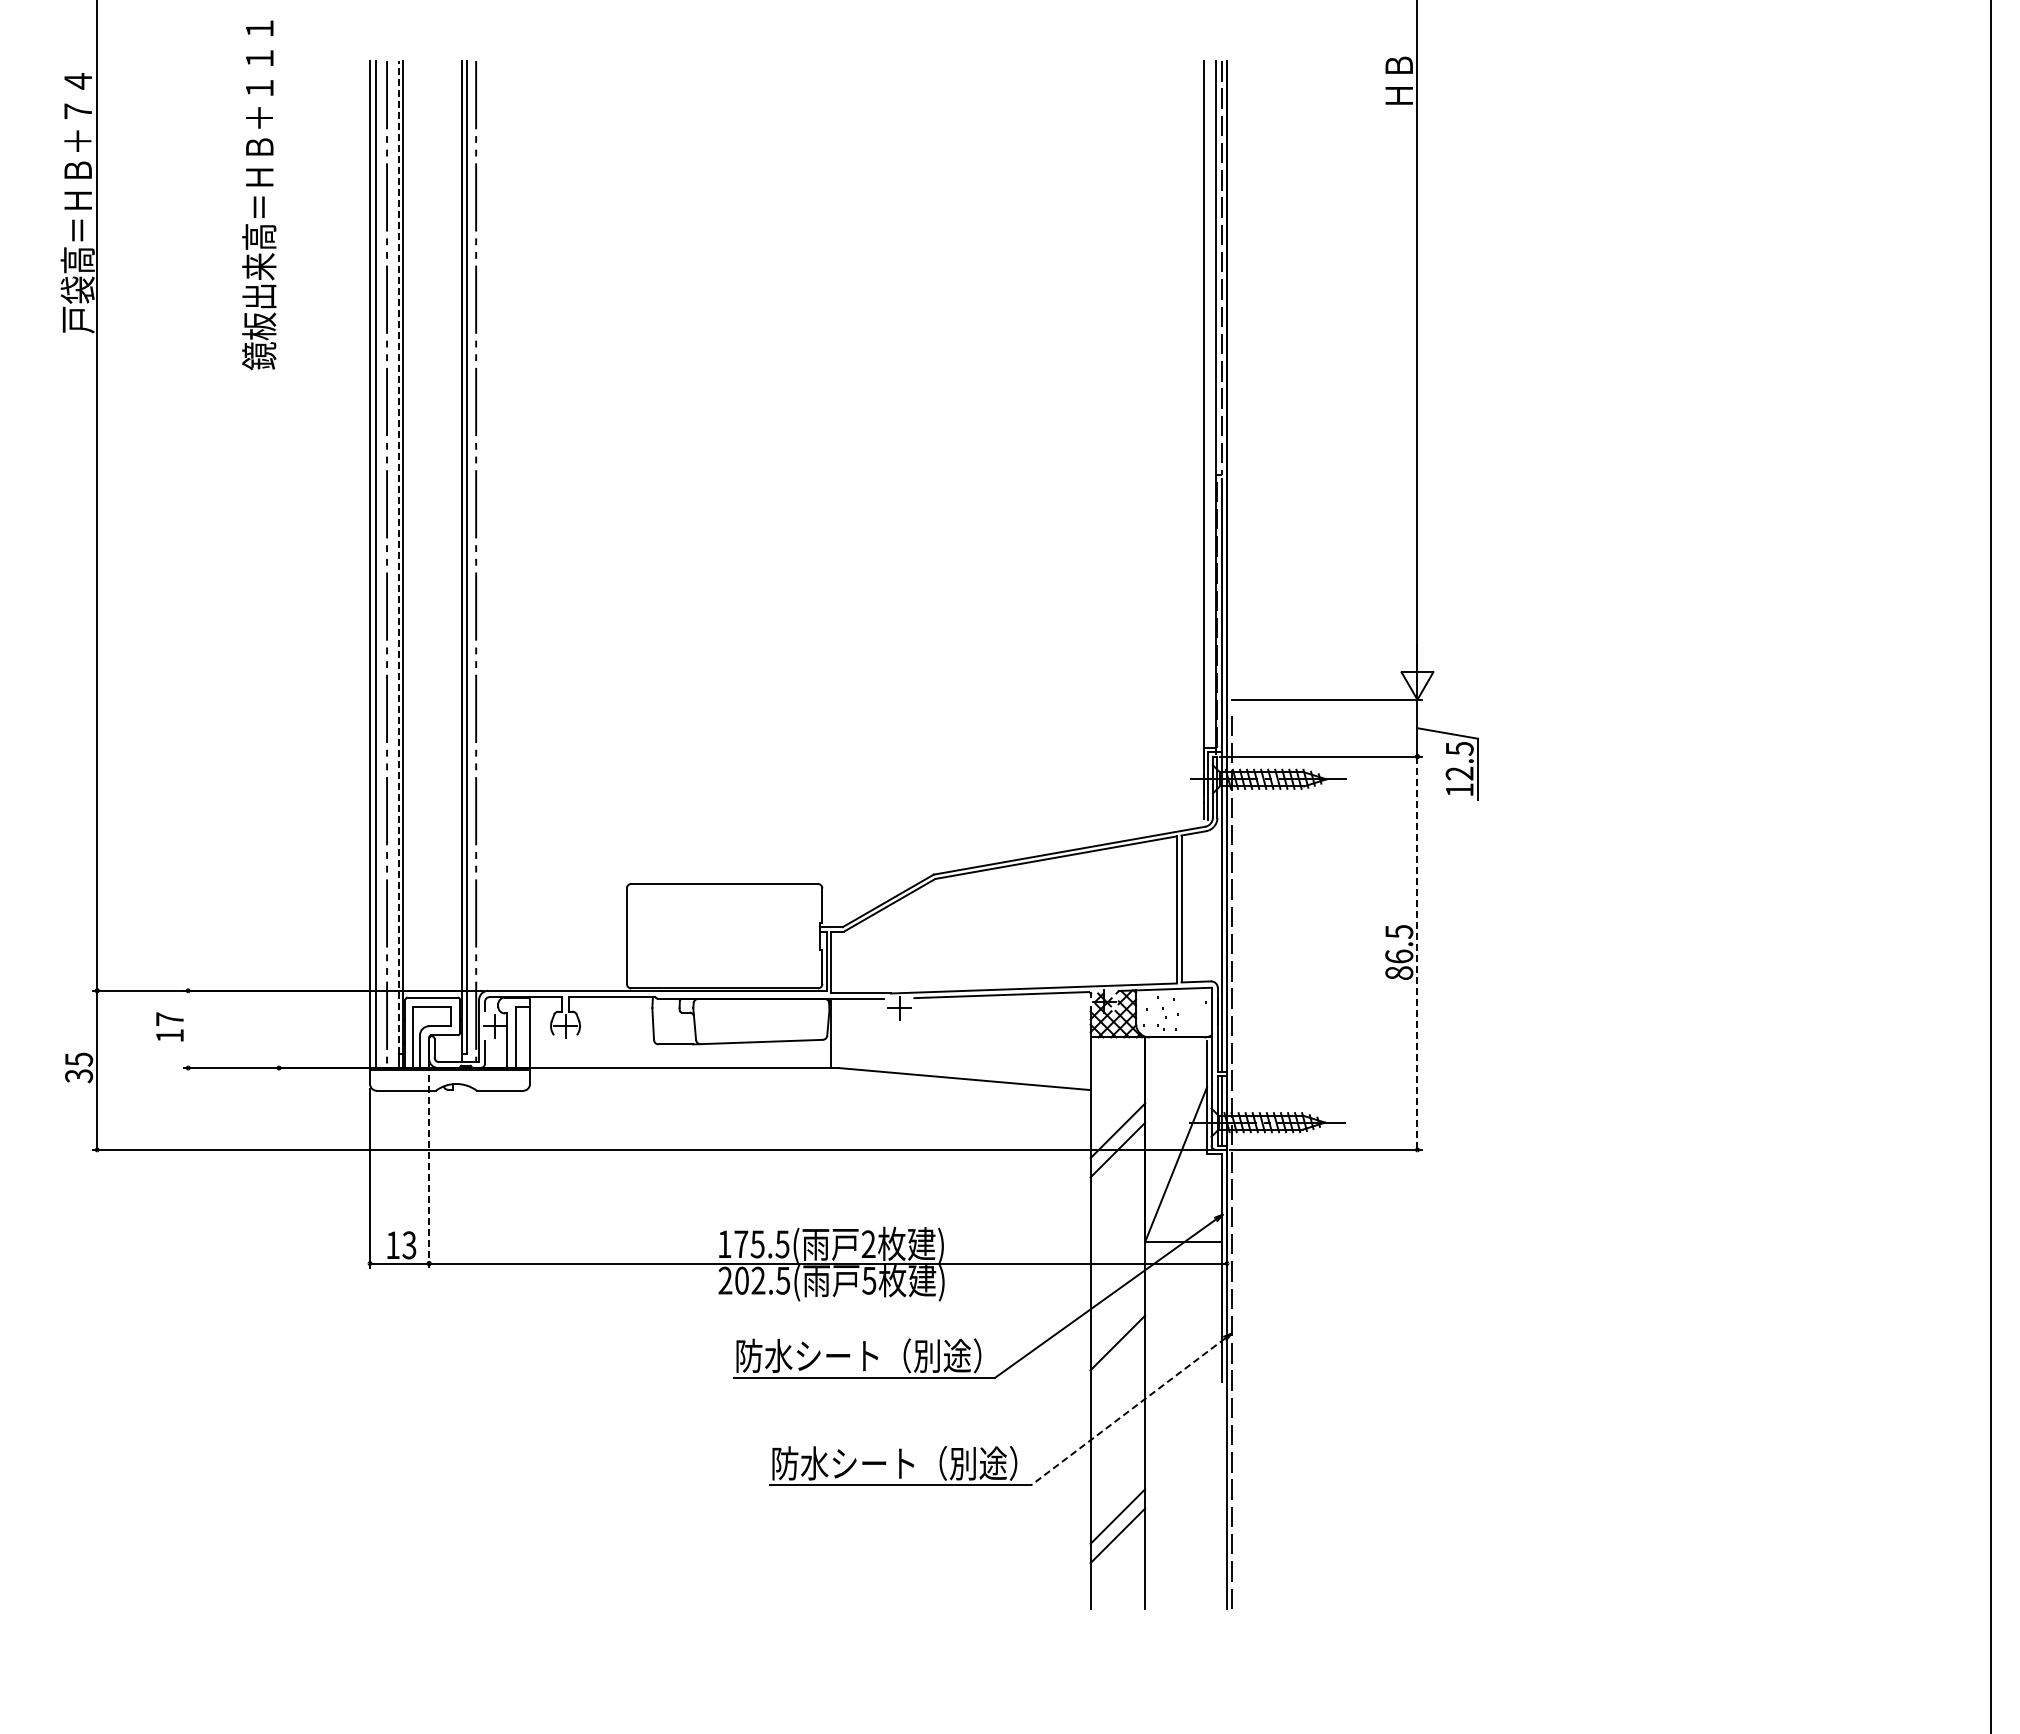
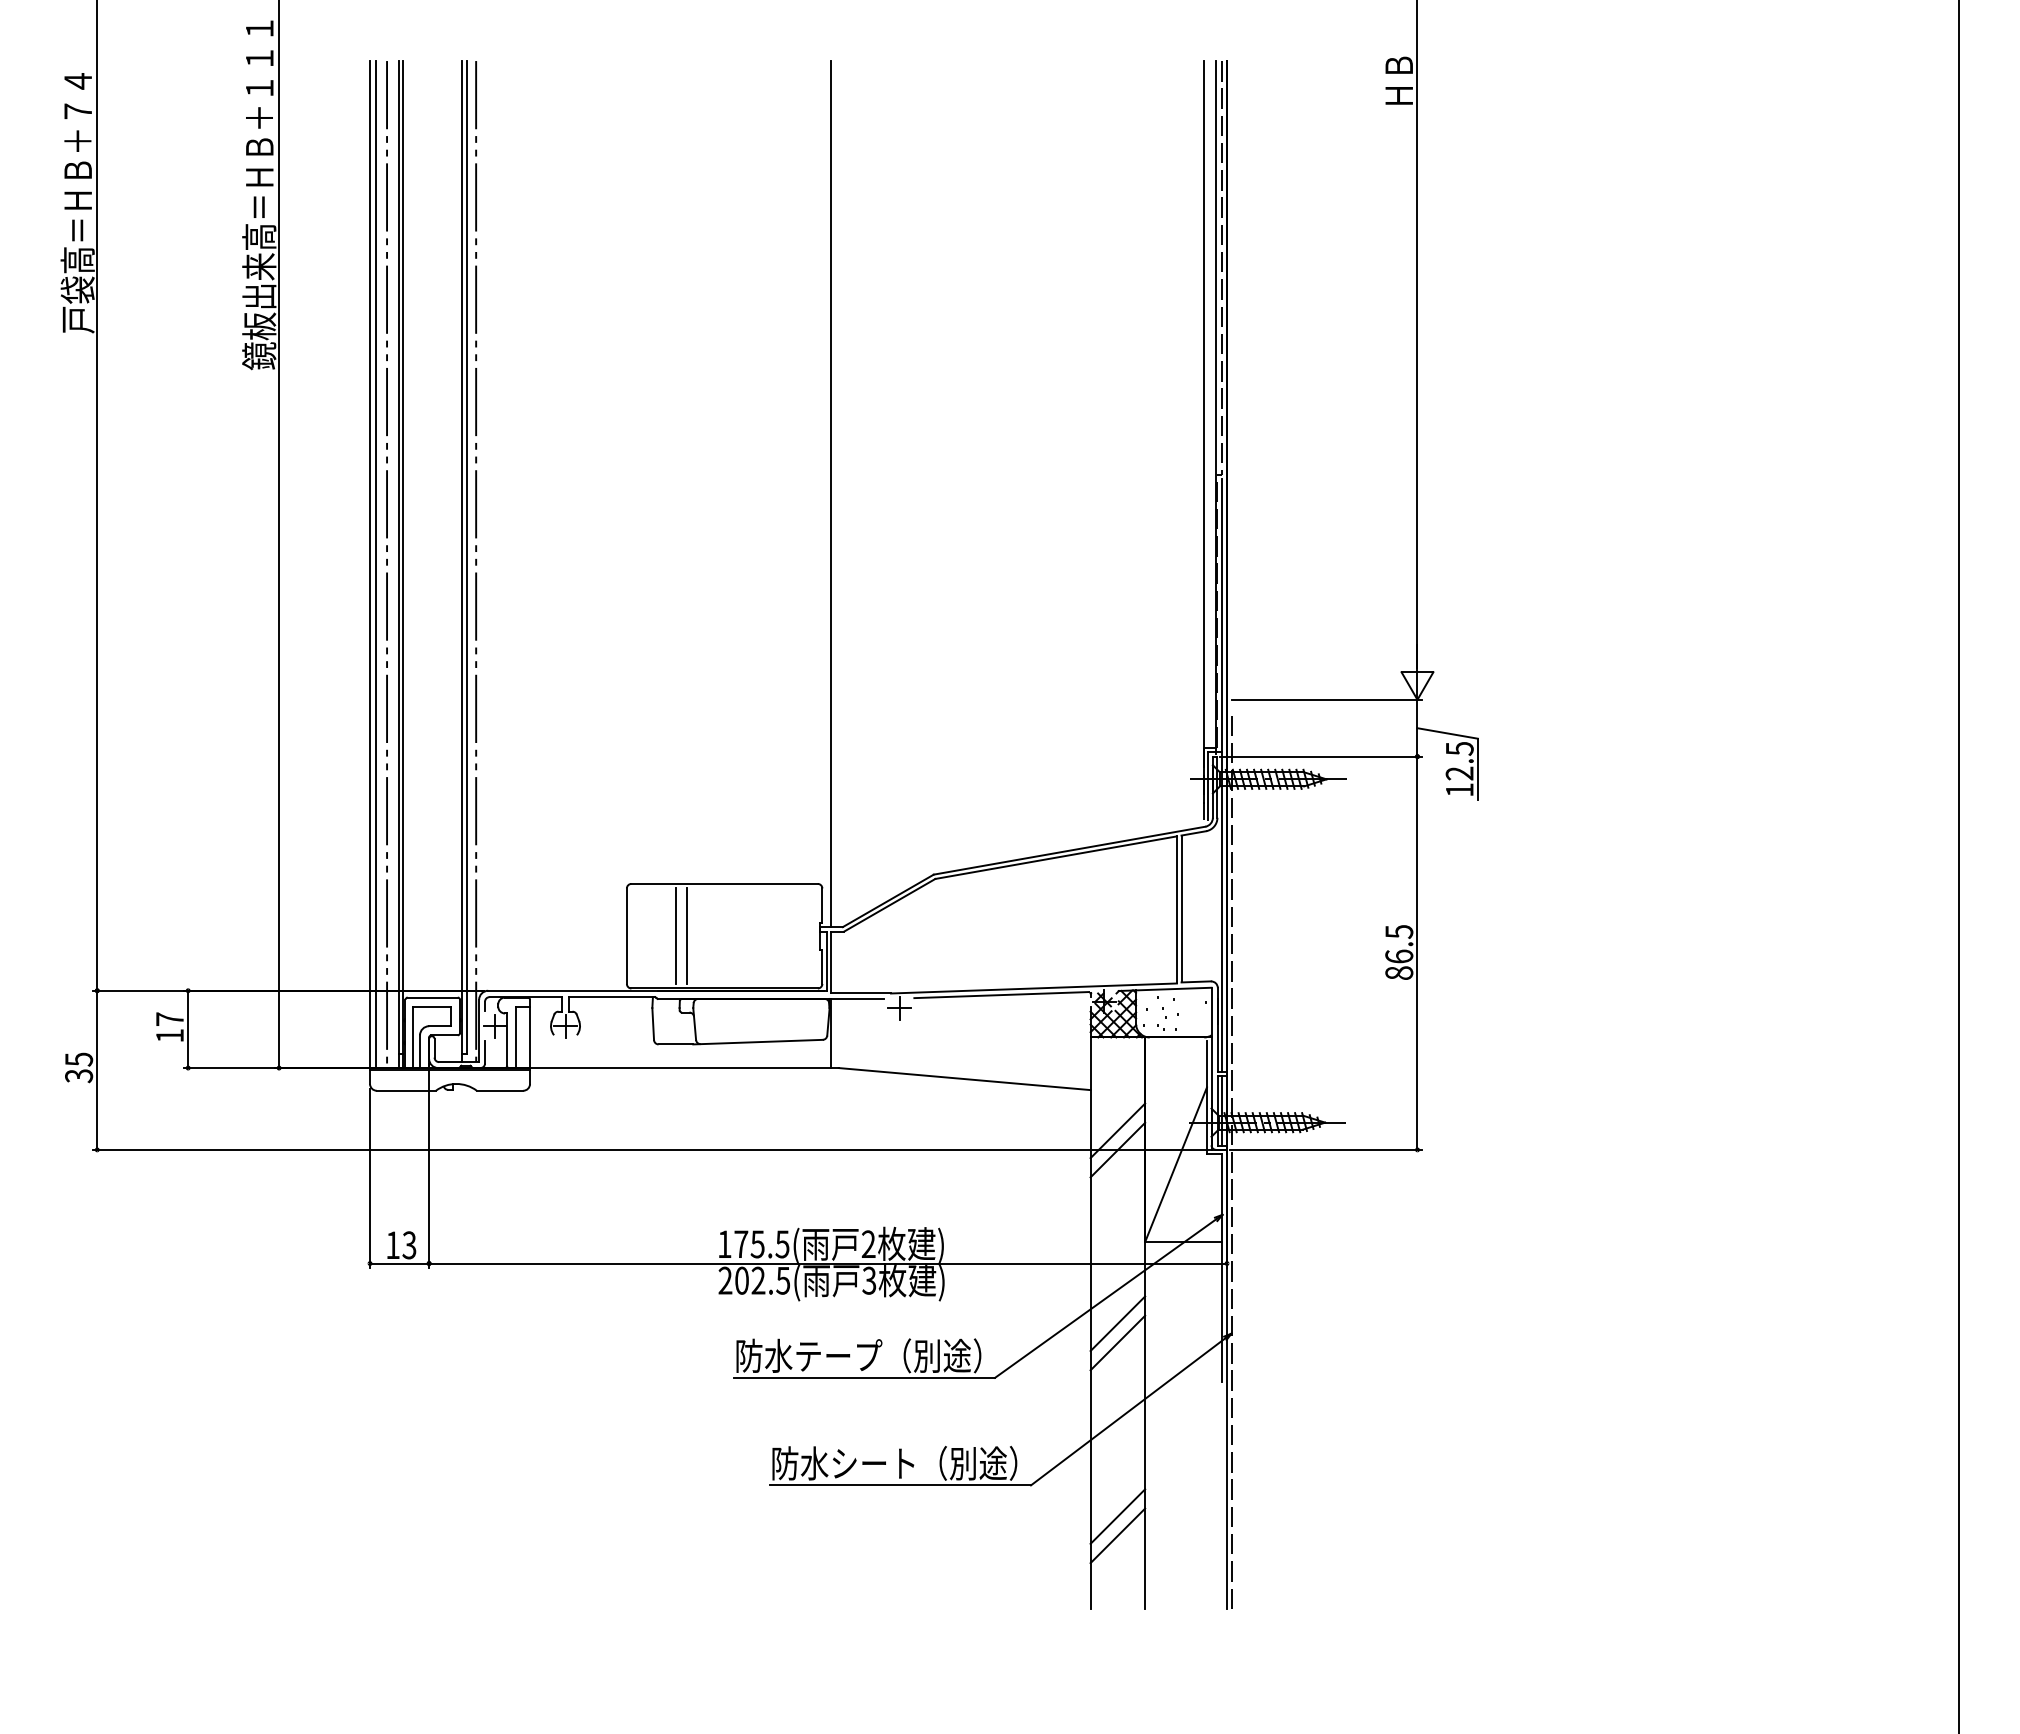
line at (831, 494): none -> present
line at (279, 535): none -> present
line at (398, 557): dashed -> solid
line at (1991, 866) position: (1991, 866) -> (1959, 866)
line at (676, 935): none -> present
line at (686, 935): none -> present
line at (1417, 953): dashed -> solid
line at (188, 1029): none -> present
line at (429, 1166): dashed -> solid
text at (869, 1280): 5 -> 3
line at (1117, 1323): none -> present
text at (839, 1355): 防水シート（別途） -> 防水テープ（別途）
line at (1128, 1411): dashed -> solid
